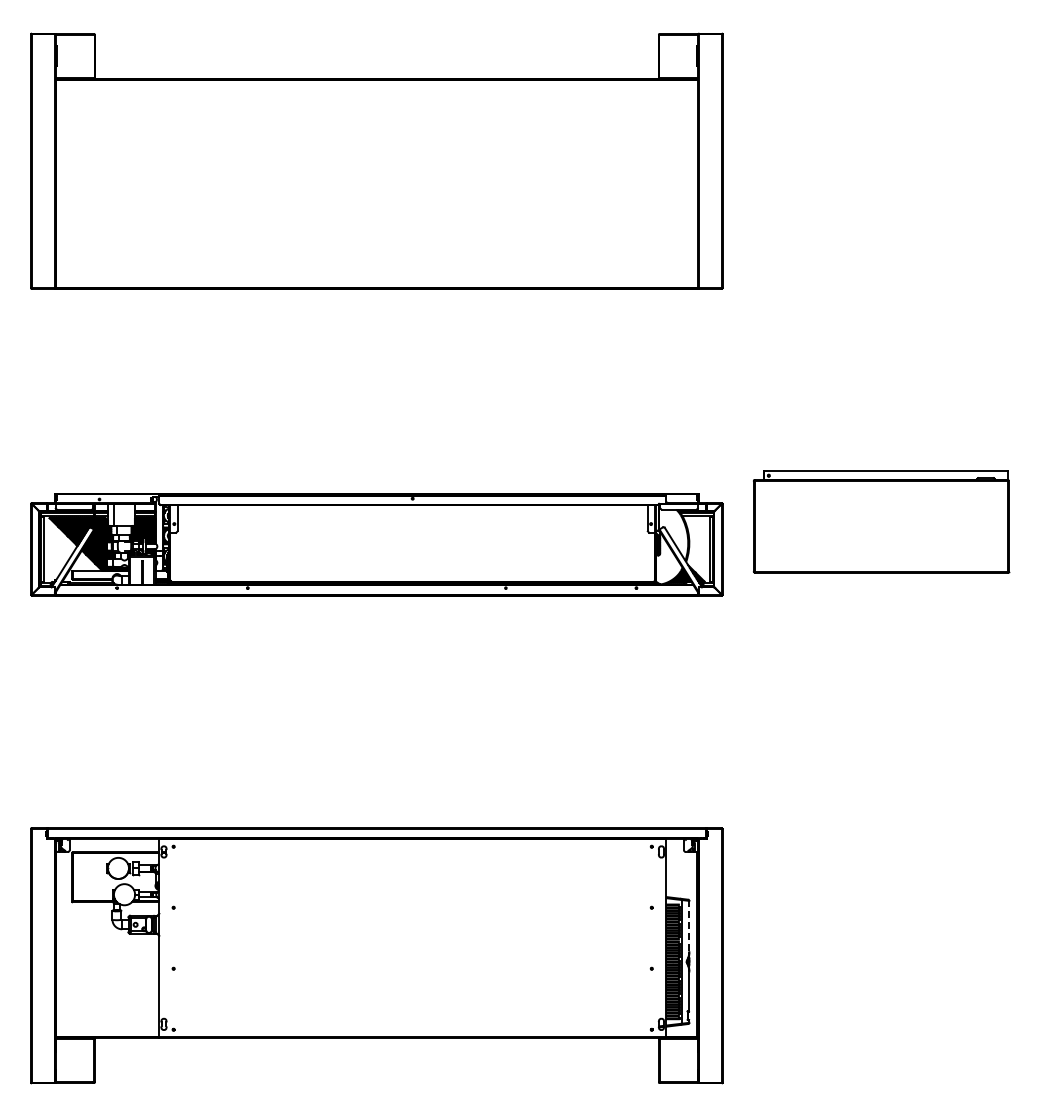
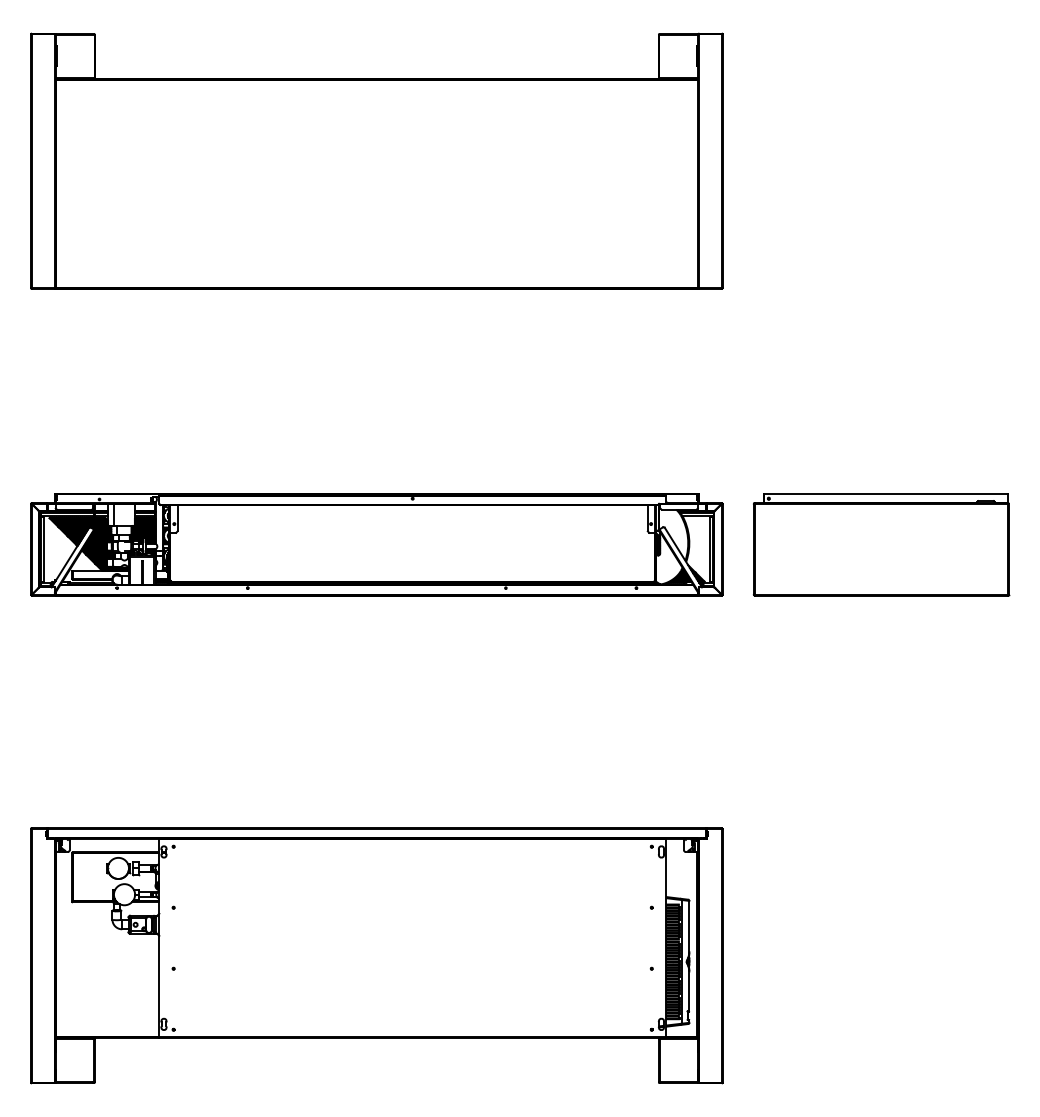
part at (881, 521) position: (881, 521) -> (881, 544)
line at (689, 925): dashed -> solid
